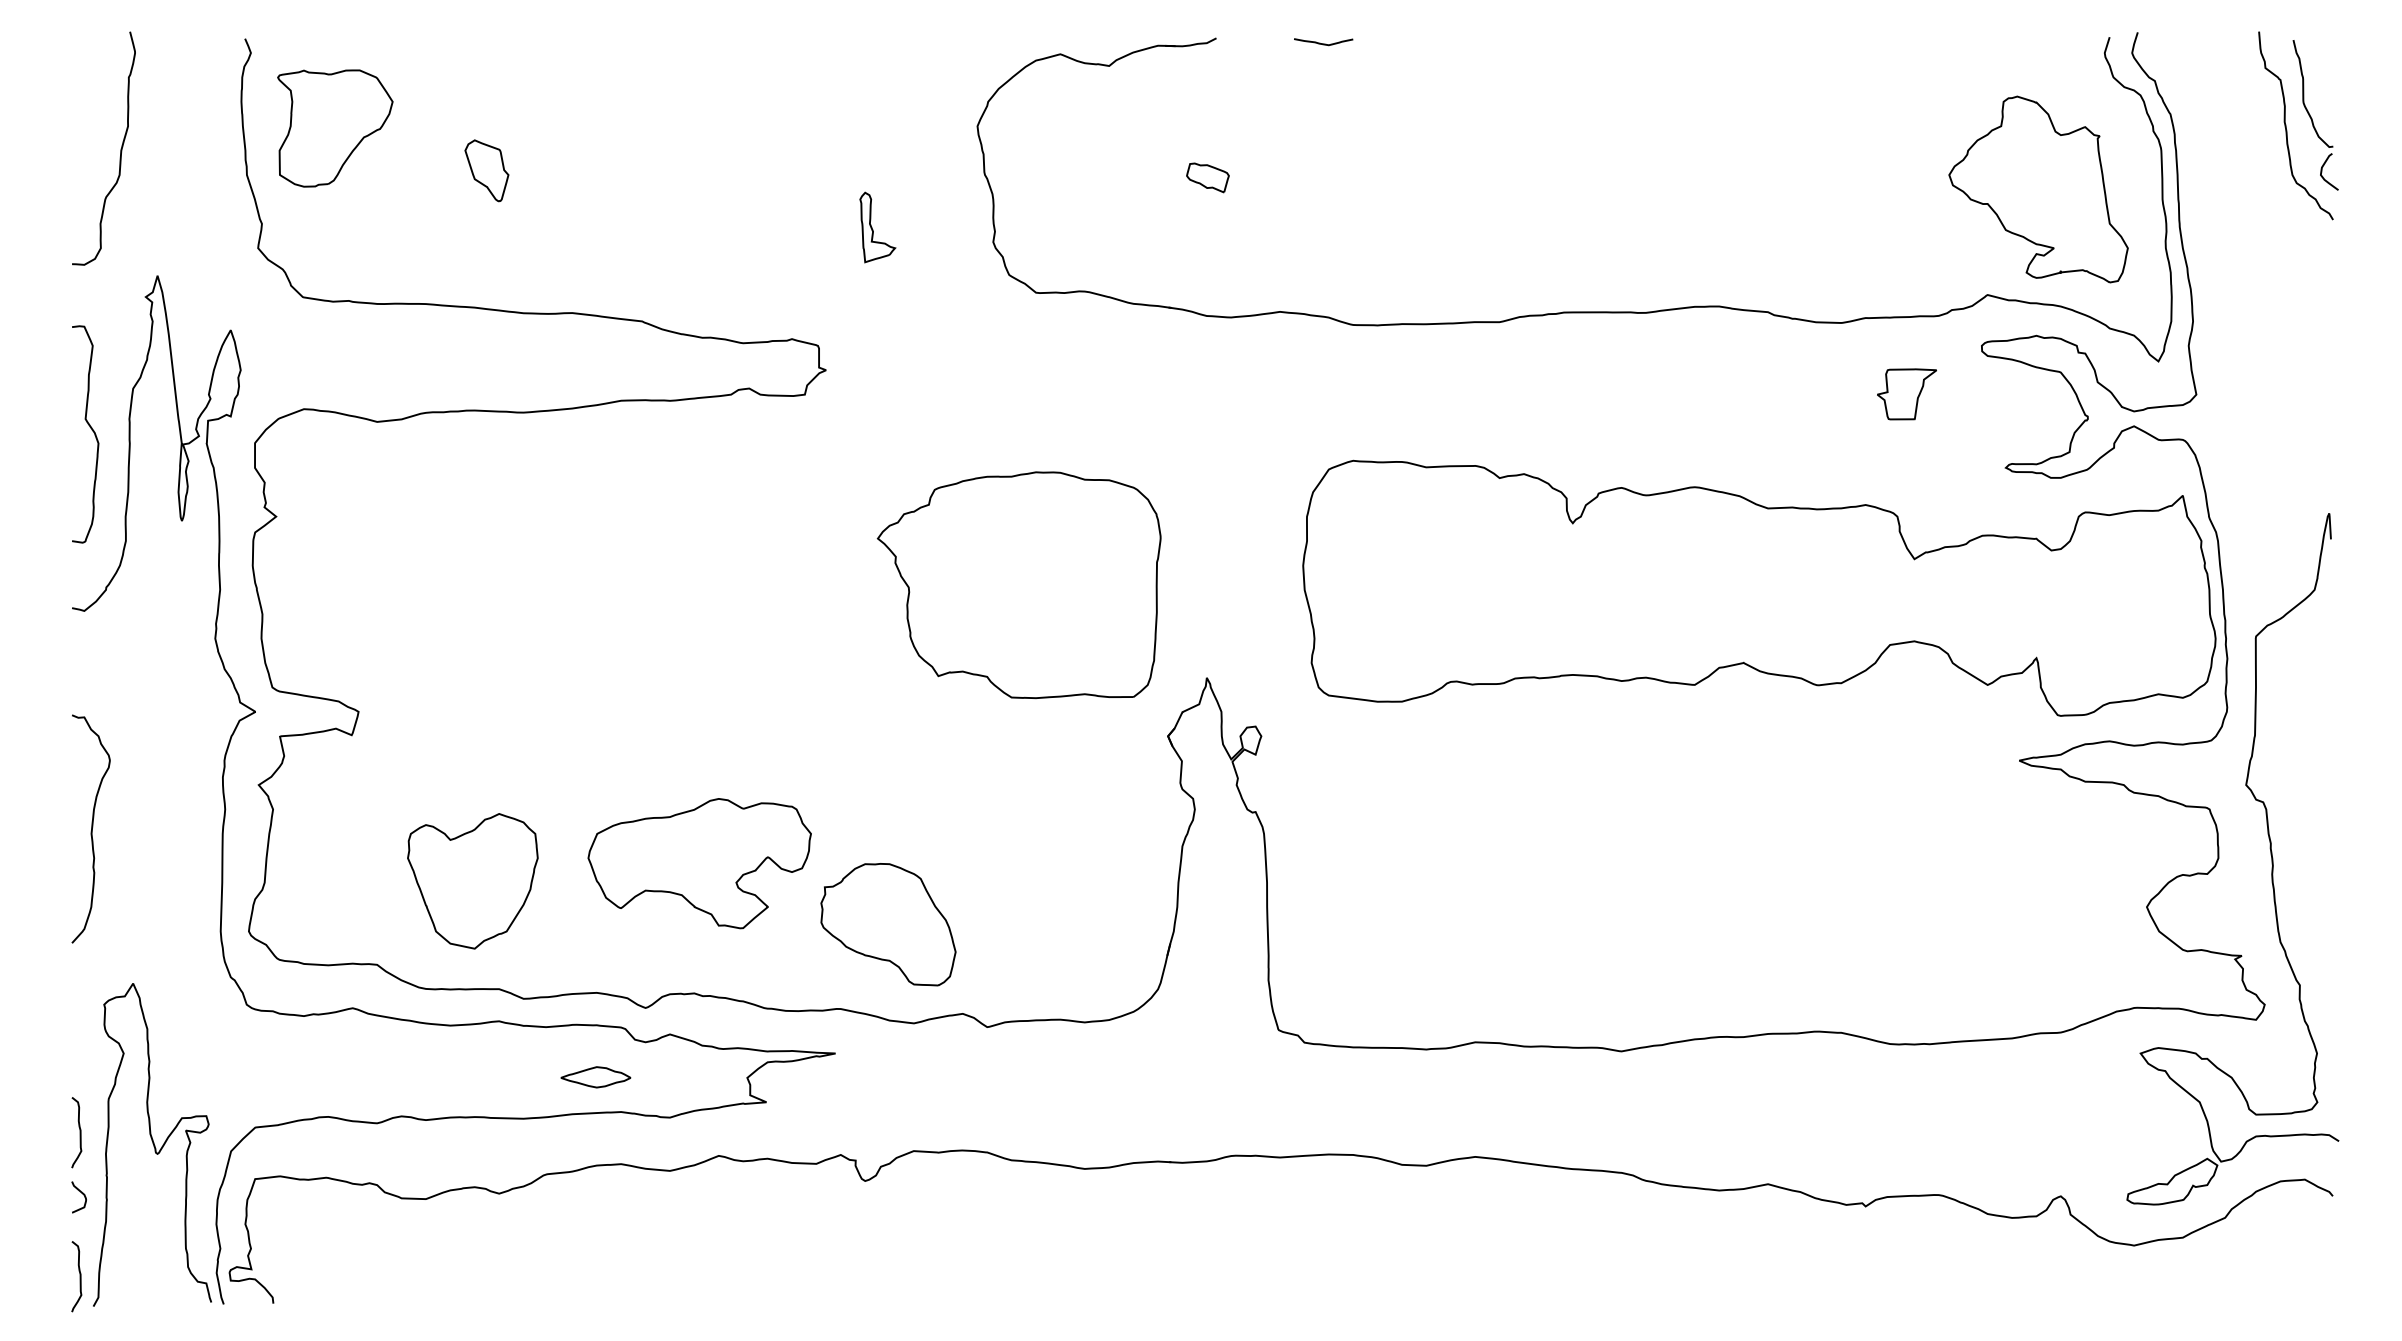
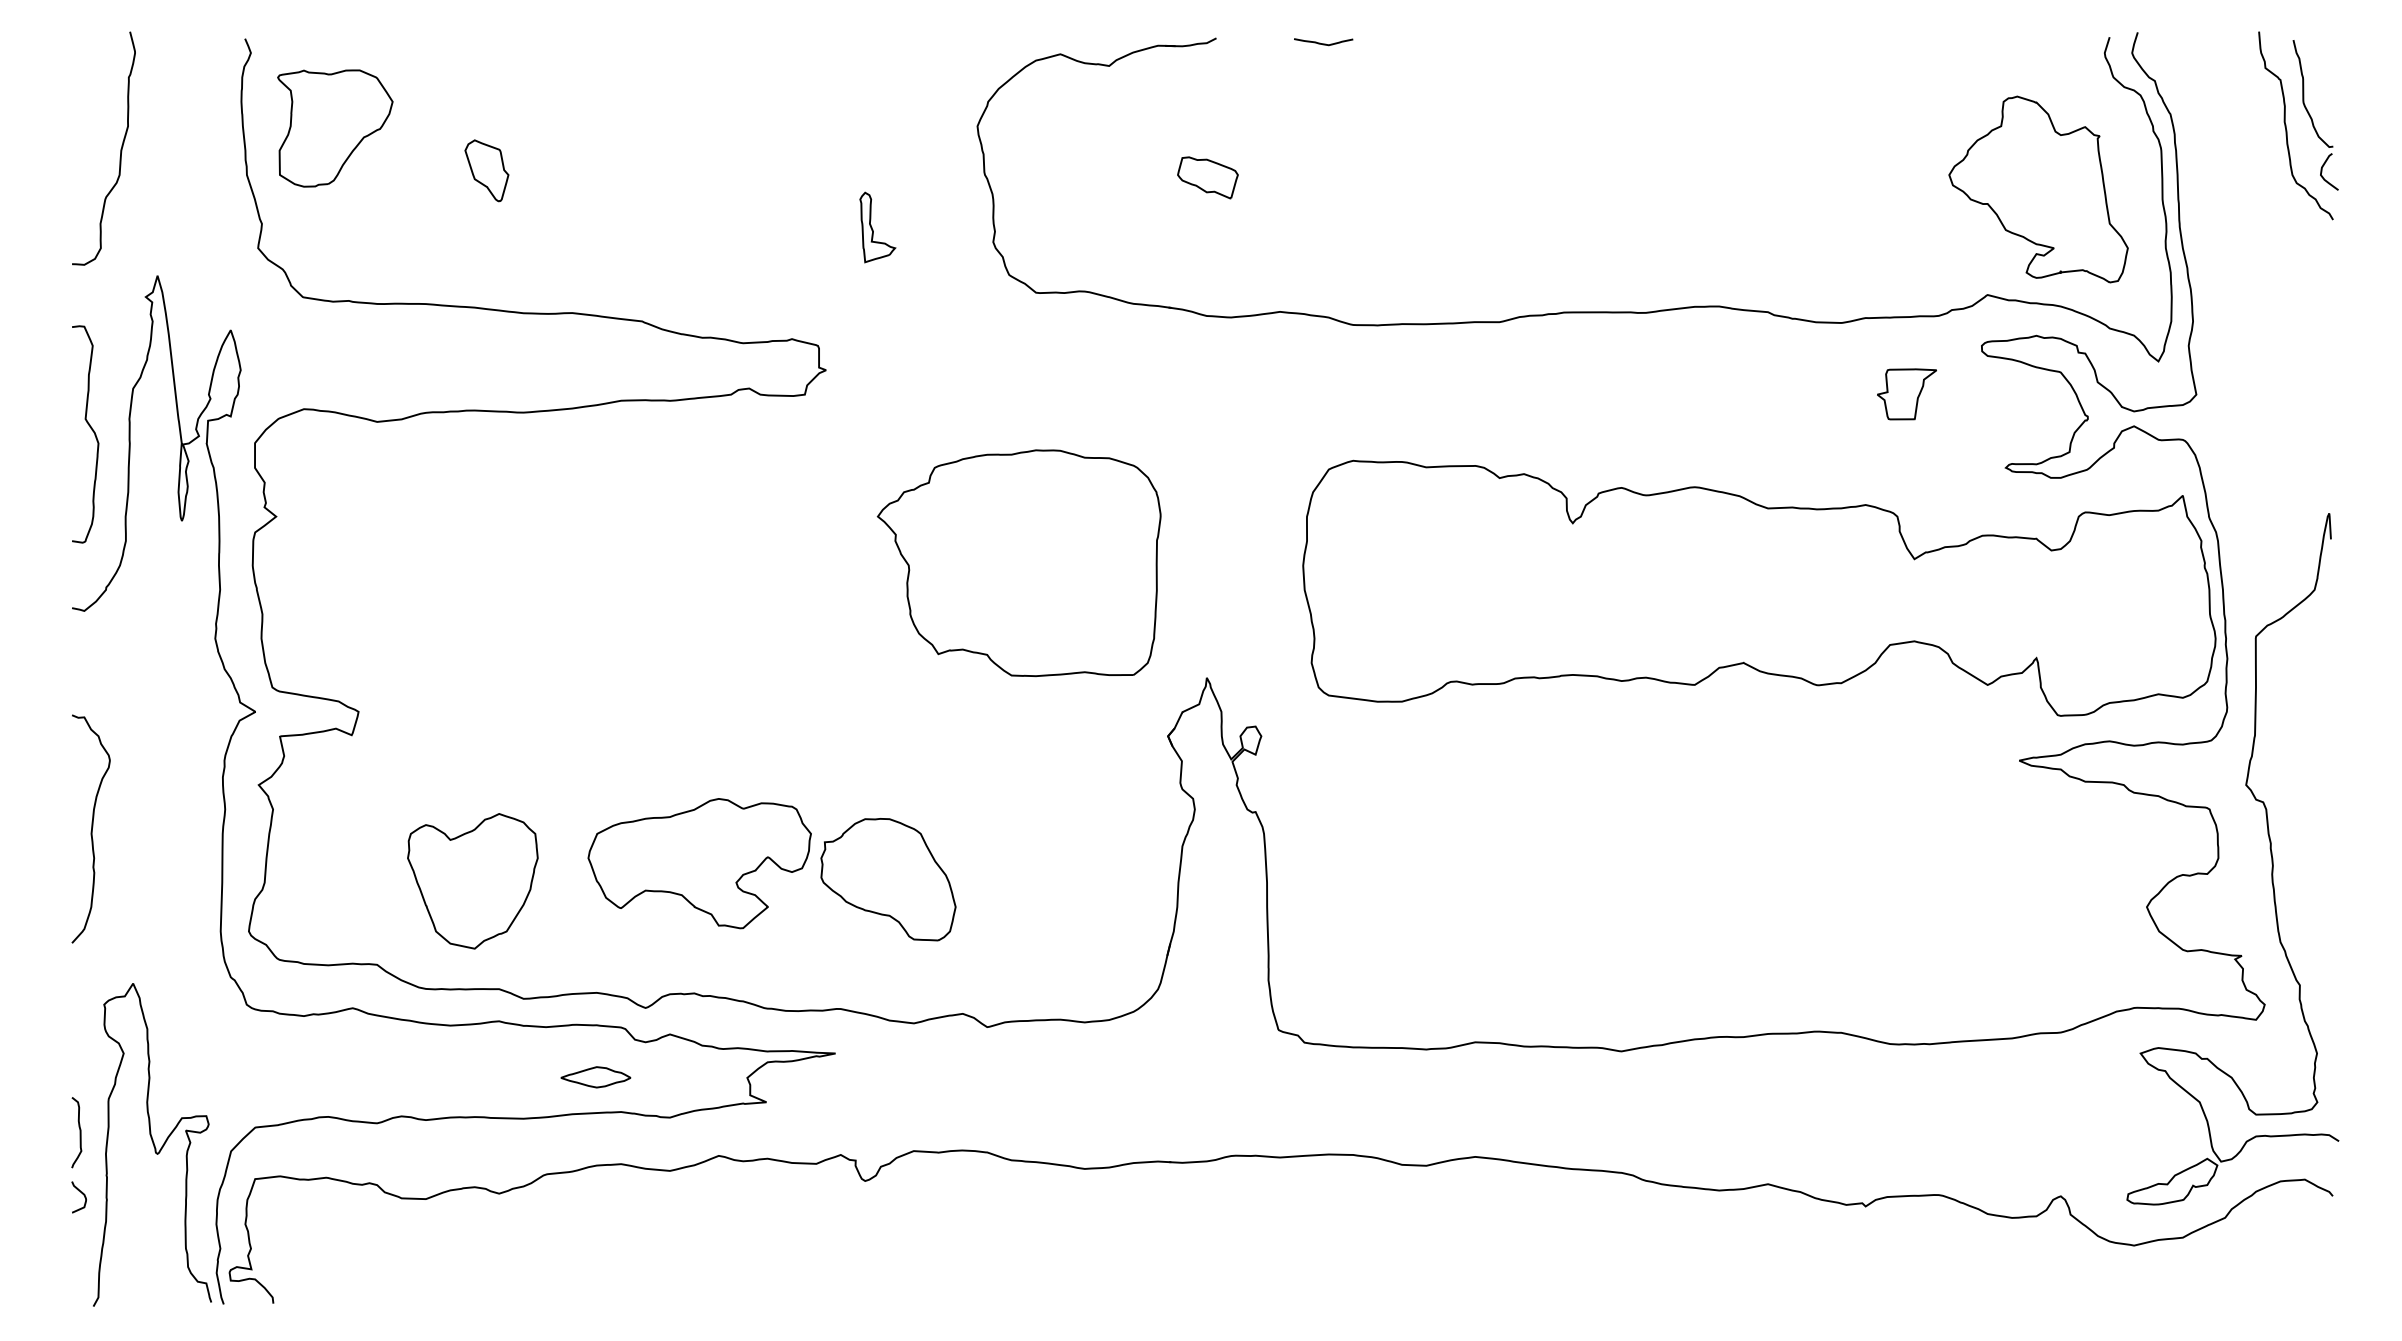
part at (1207, 177) size: 44x32 px -> 62x44 px
part at (1018, 585) position: (1018, 585) -> (1018, 563)
part at (888, 924) position: (888, 924) -> (888, 879)
curve at (79, 1276): present -> none
